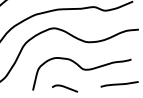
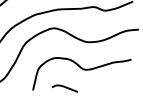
line at (119, 84): present -> none
